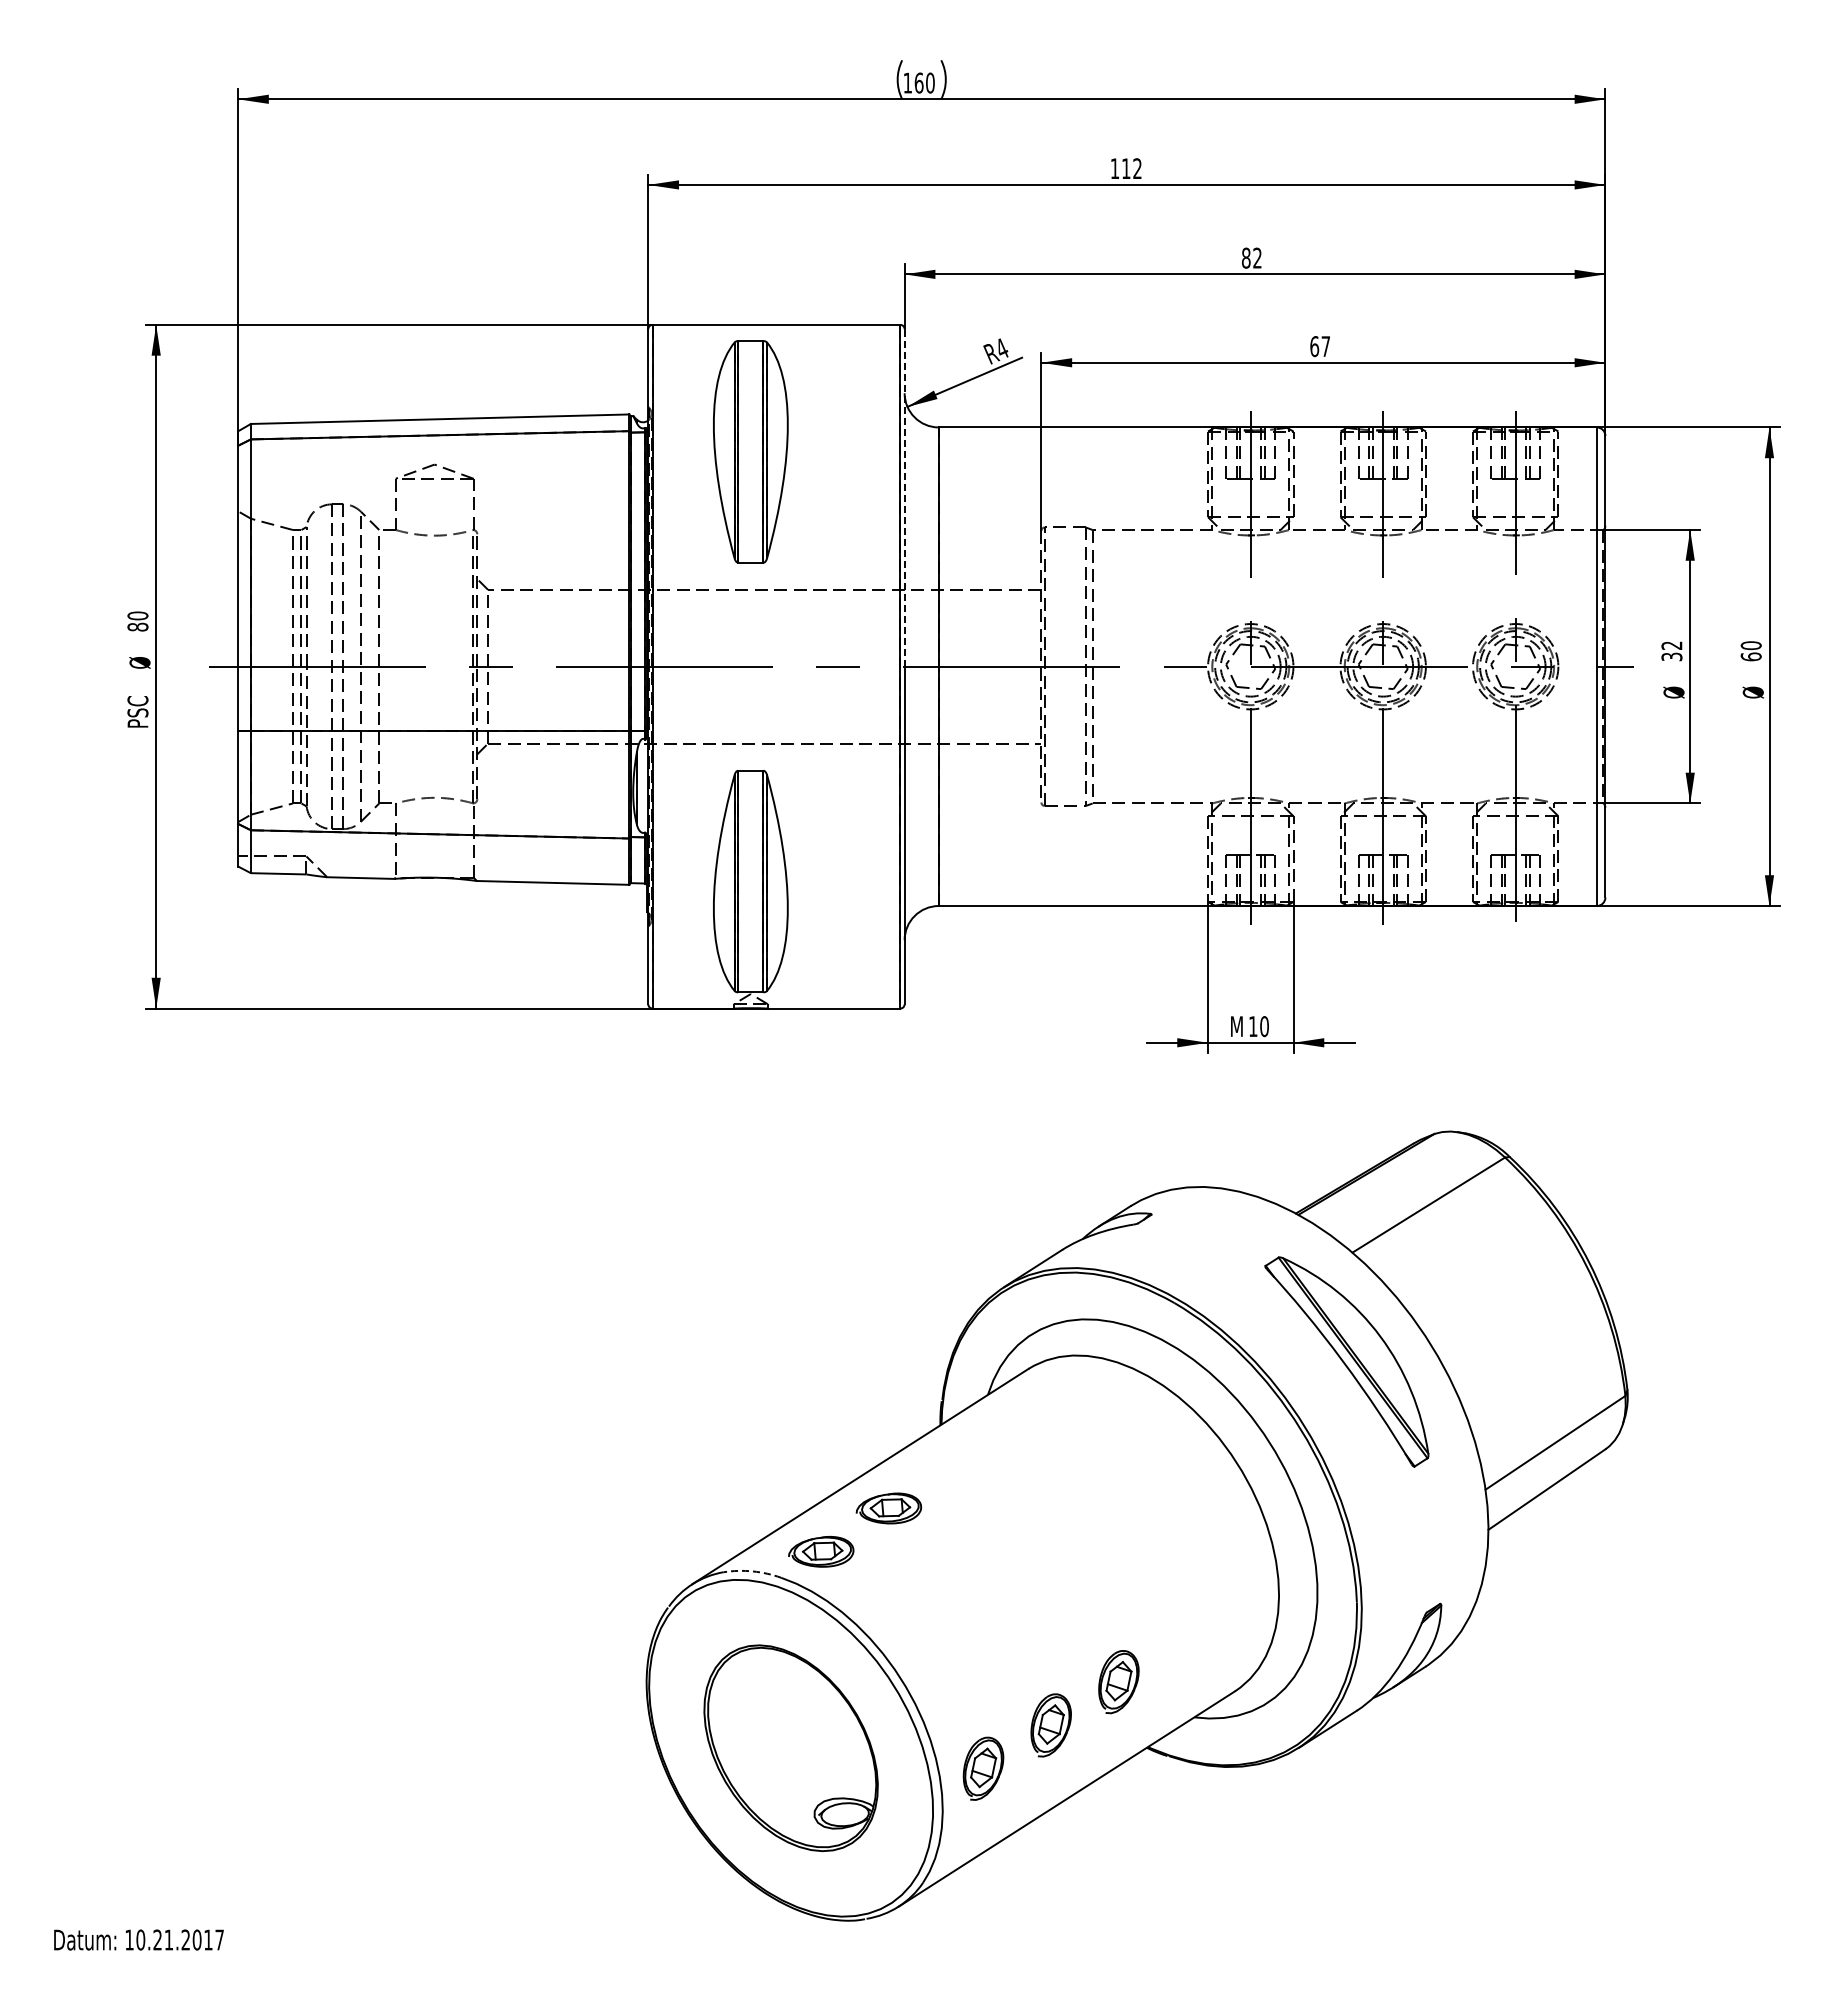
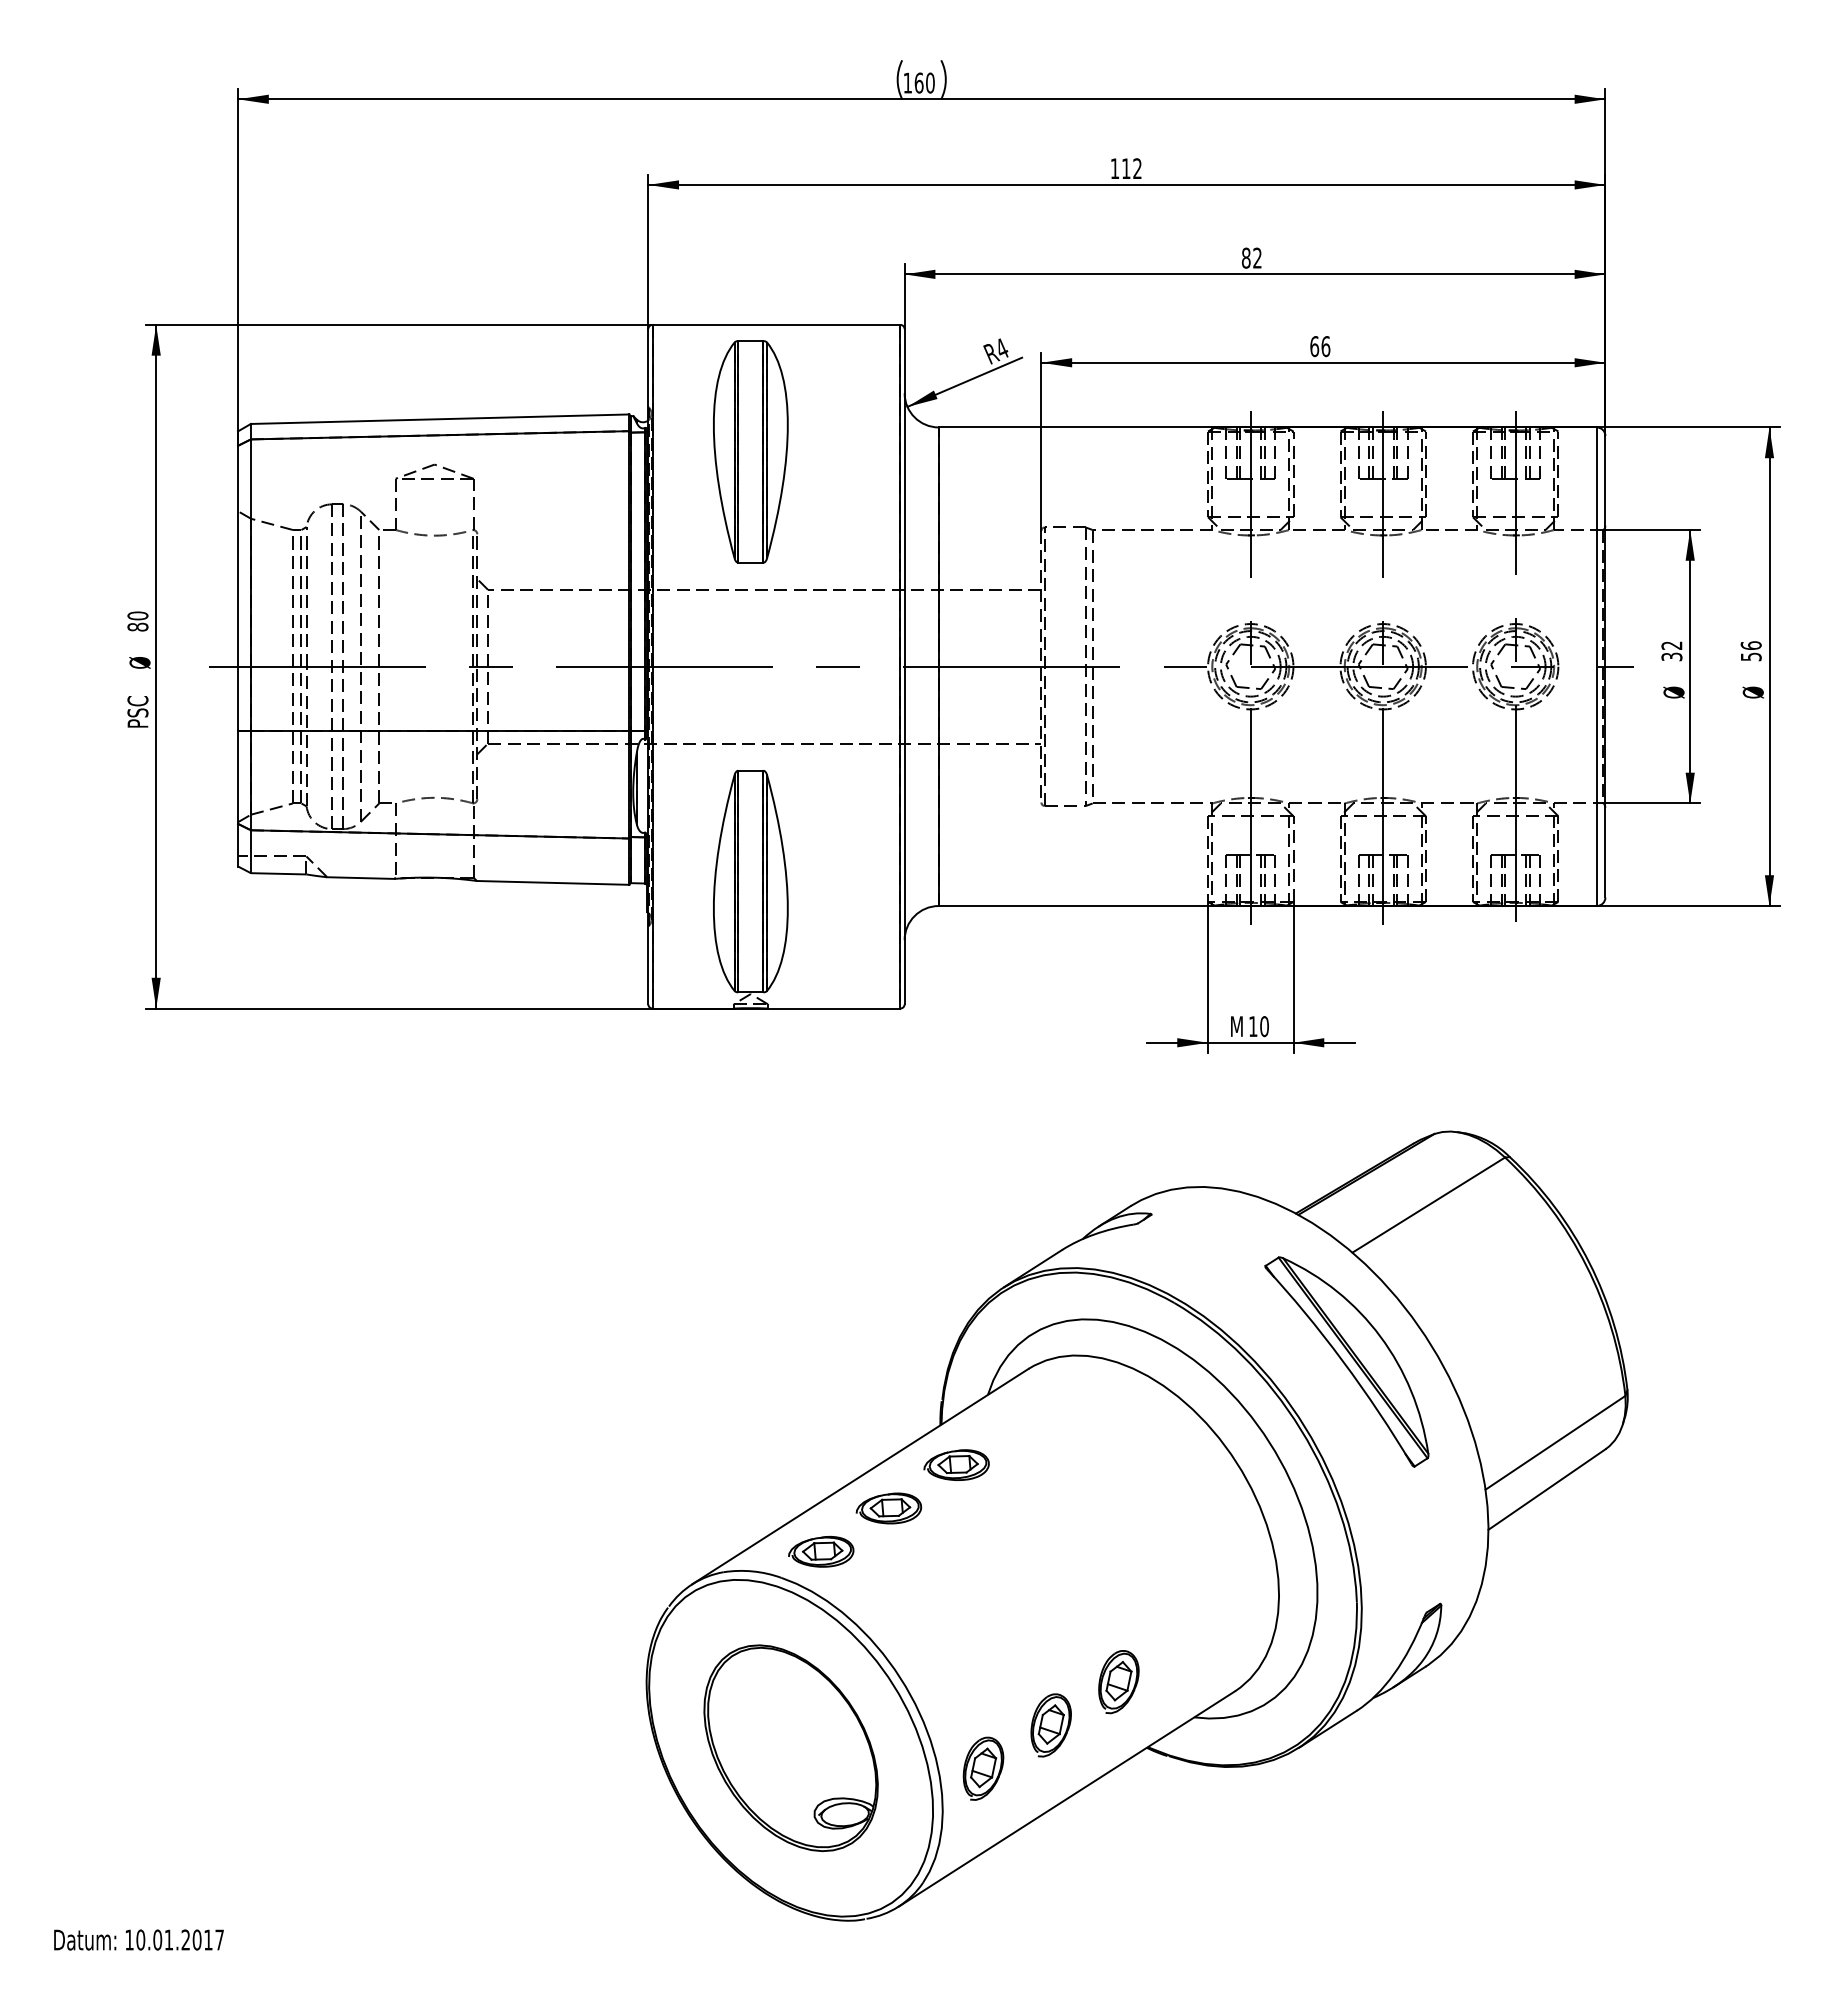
text at (1325, 346): 67 -> 66
line at (904, 497): dashed -> solid
text at (1750, 651): 60 -> 56
part at (956, 1464): none -> present
arc at (752, 1571): dashed -> solid
text at (157, 1939): 10.21.2017 -> 10.01.2017
